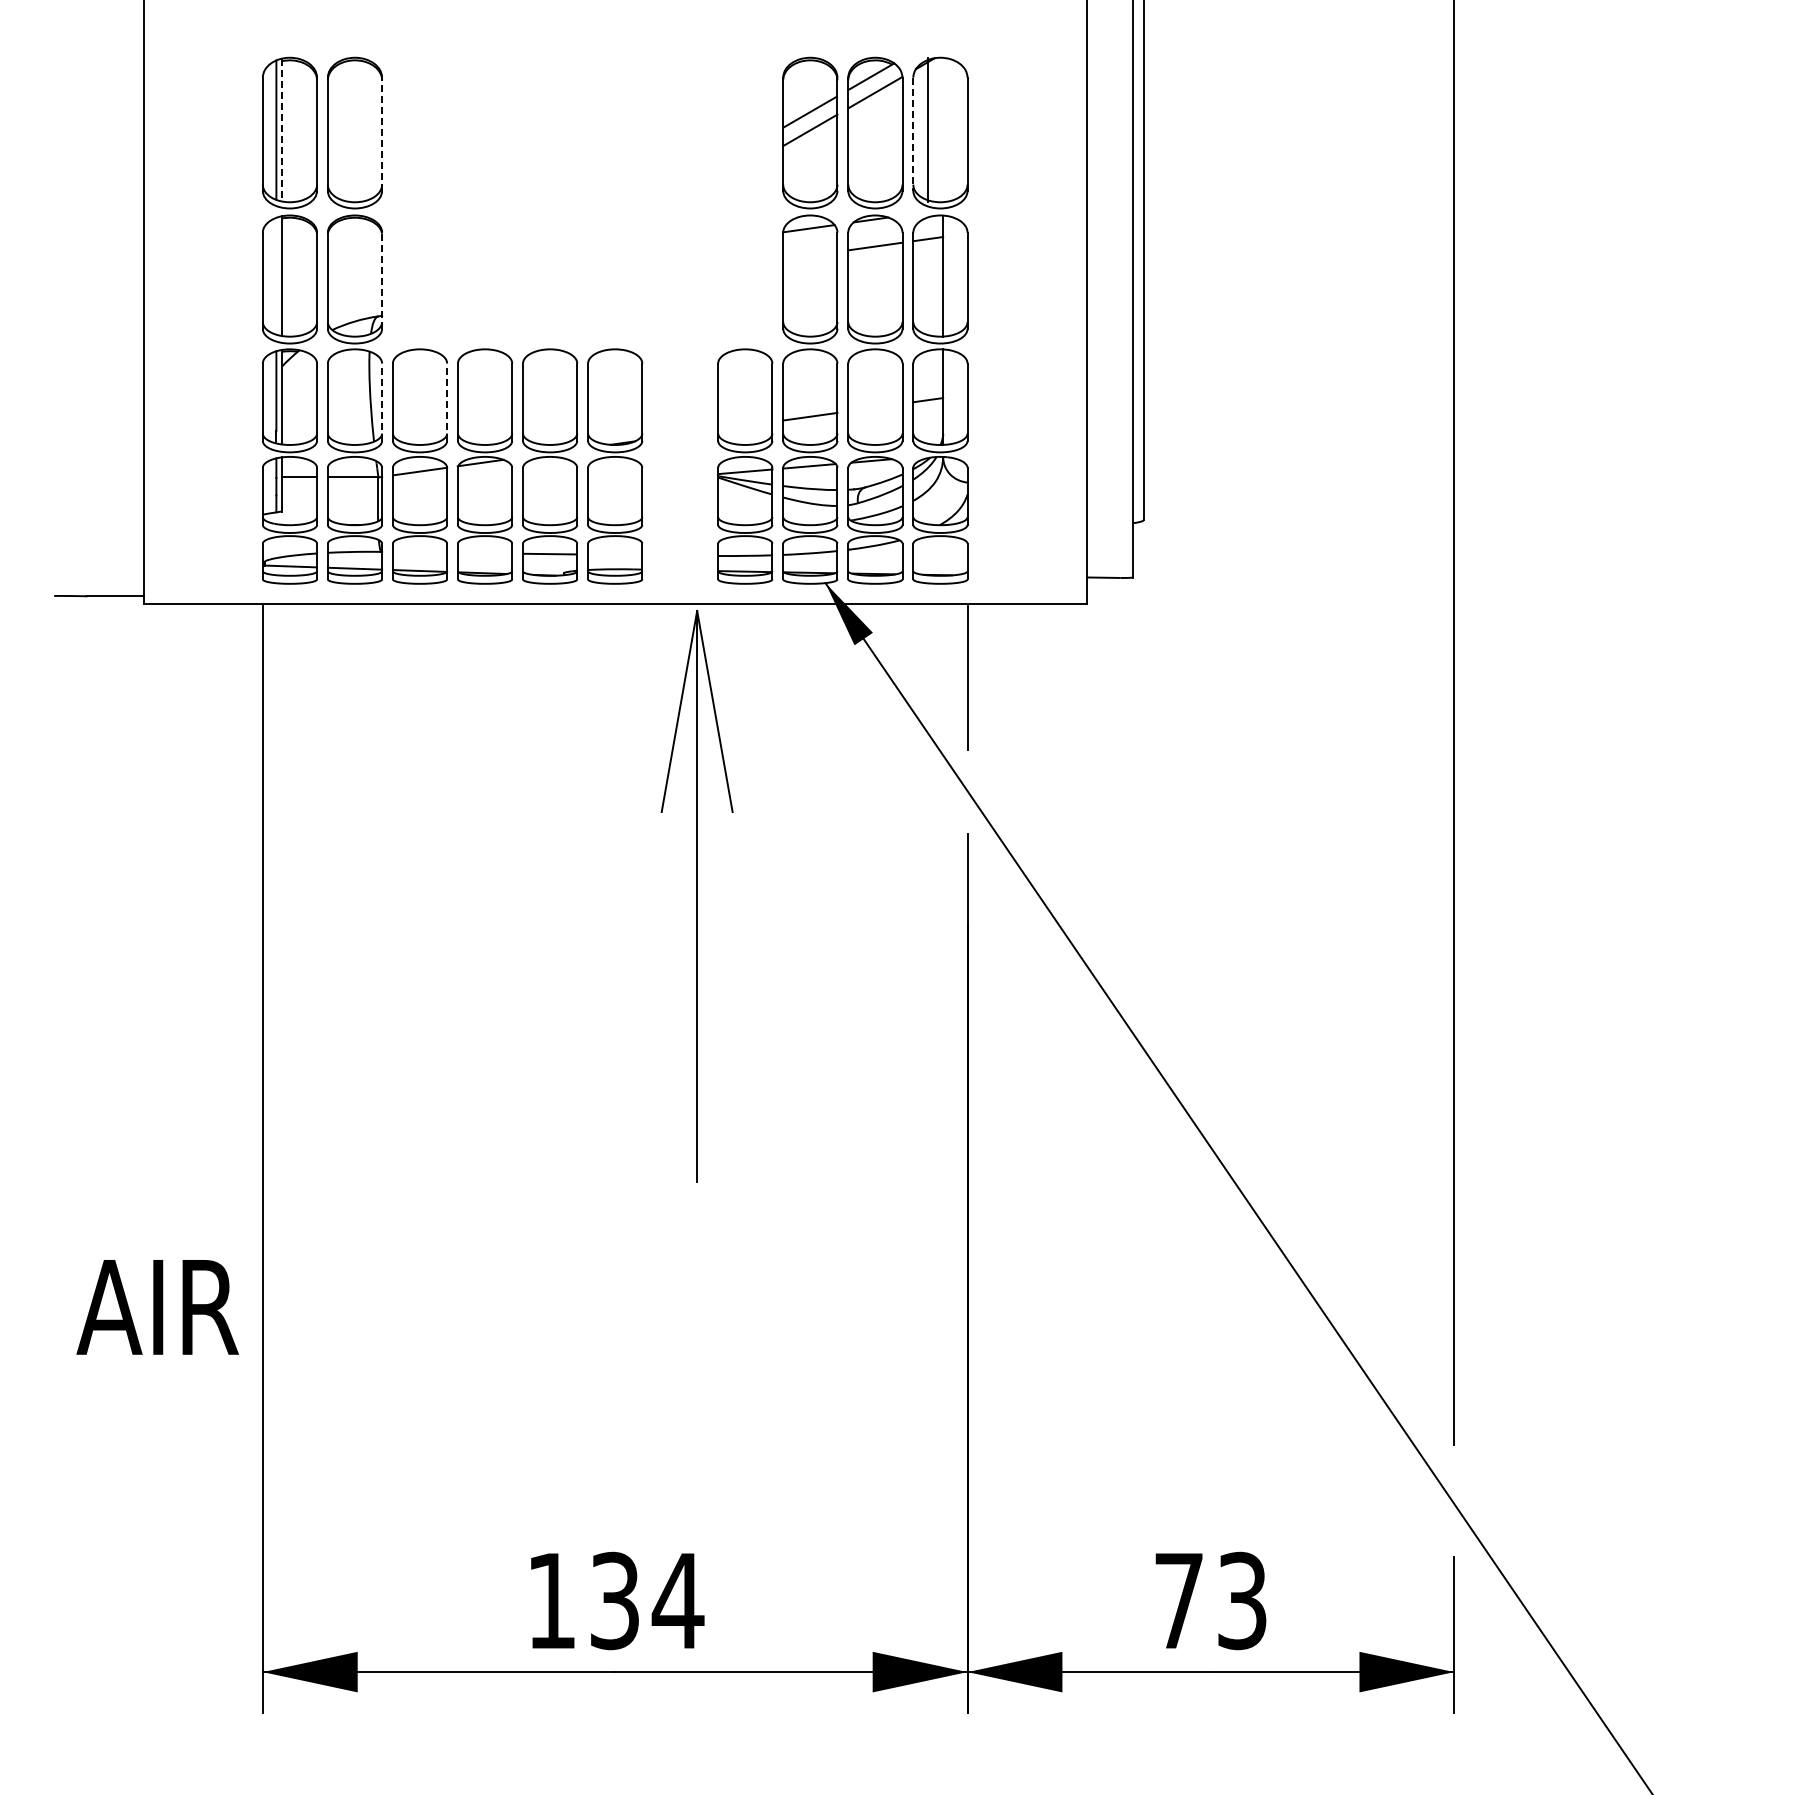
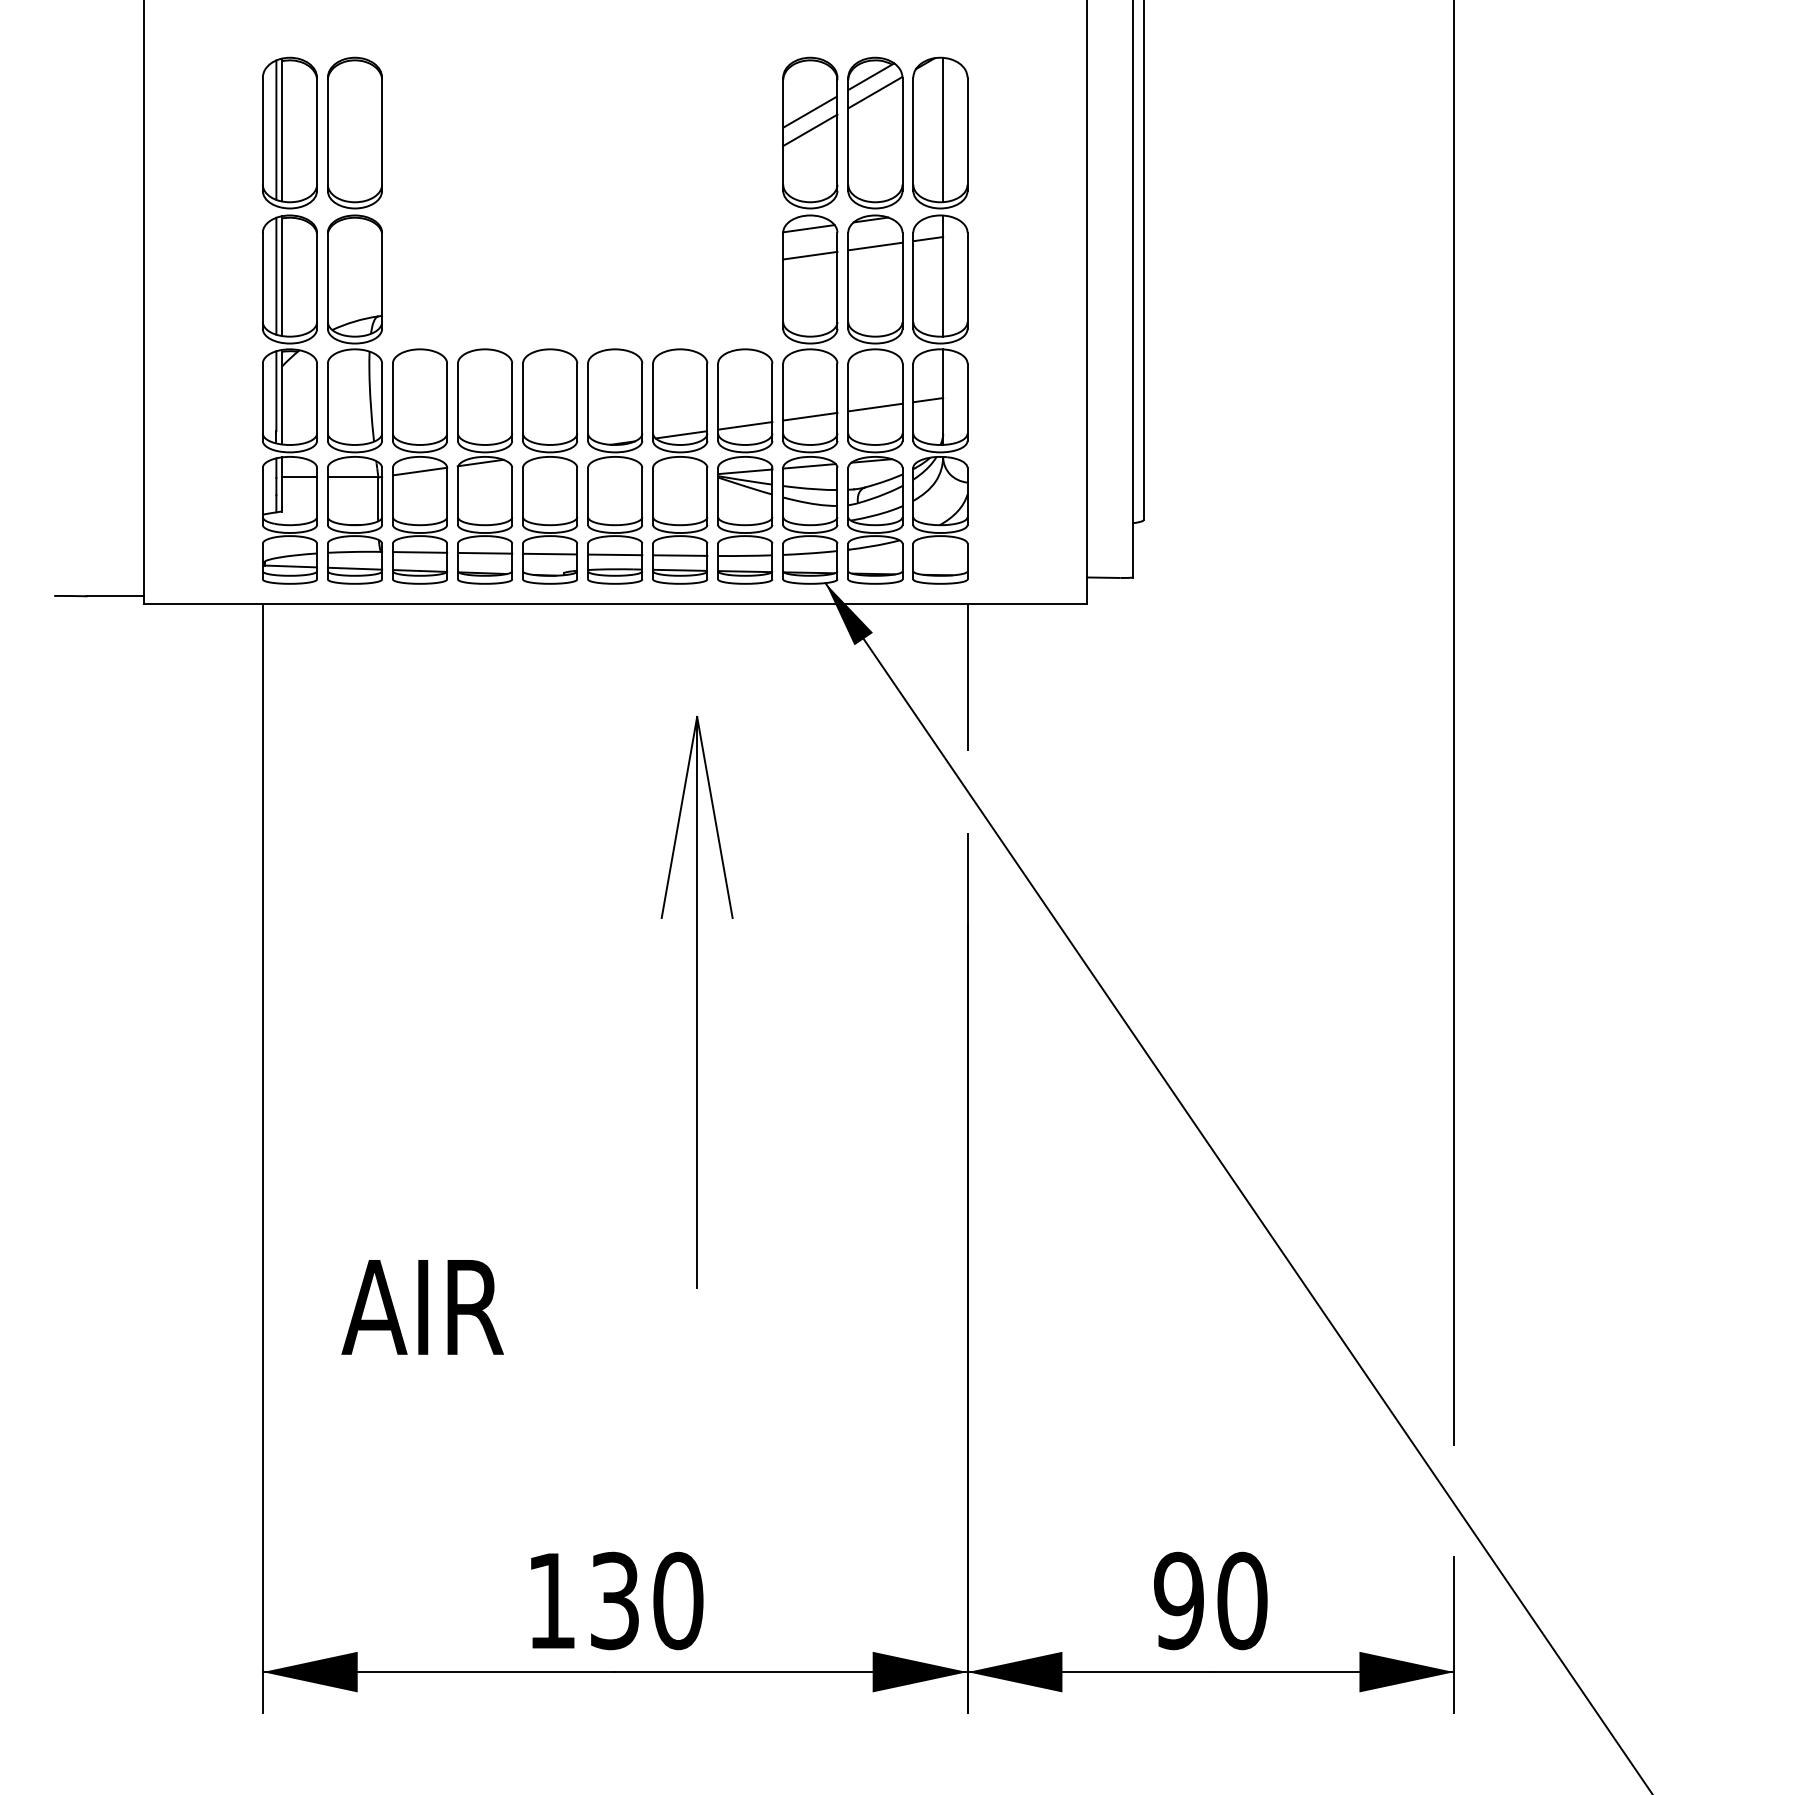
line at (928, 129) position: (928, 129) -> (943, 129)
line at (281, 130): dashed -> solid
line at (382, 134): dashed -> solid
line at (913, 134): dashed -> solid
line at (810, 255): none -> present
line at (276, 275): none -> present
line at (382, 280): dashed -> solid
line at (382, 402): dashed -> solid
line at (447, 402): dashed -> solid
line at (875, 407): none -> present
line at (745, 425): none -> present
part at (680, 466): none -> present
line at (419, 552): none -> present
line at (484, 552): none -> present
line at (615, 554): none -> present
part at (696, 896) position: (696, 896) -> (696, 1002)
text at (157, 1307) position: (157, 1307) -> (422, 1307)
text at (677, 1600): 134 -> 130
text at (1210, 1600): 73 -> 90
